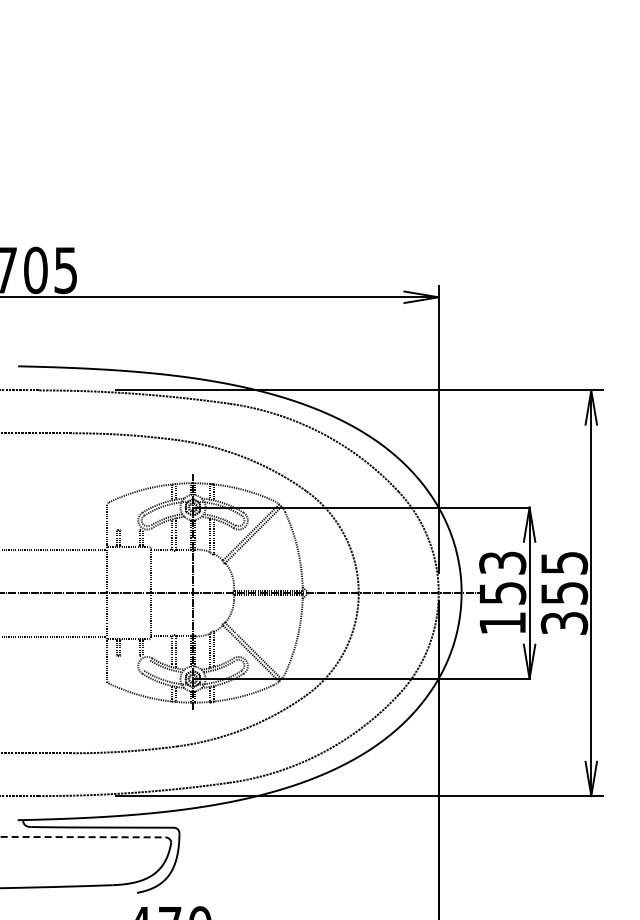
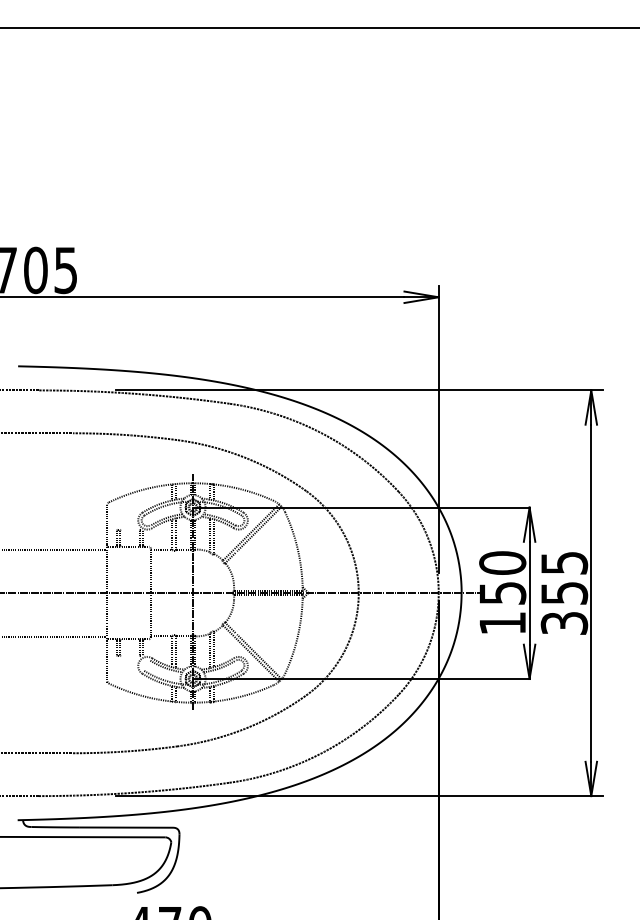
line at (319, 27): none -> present
text at (502, 562): 153 -> 150
line at (83, 837): dashed -> solid
